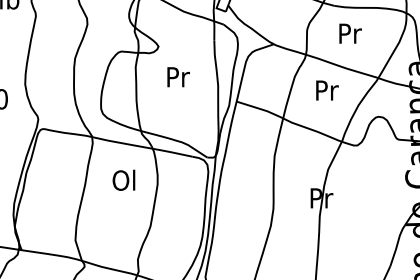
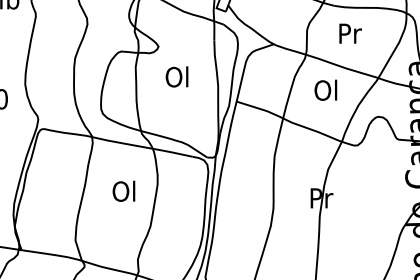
text at (177, 76): Pr -> Ol
text at (326, 89): Pr -> Ol
text at (123, 179) position: (123, 179) -> (123, 190)
